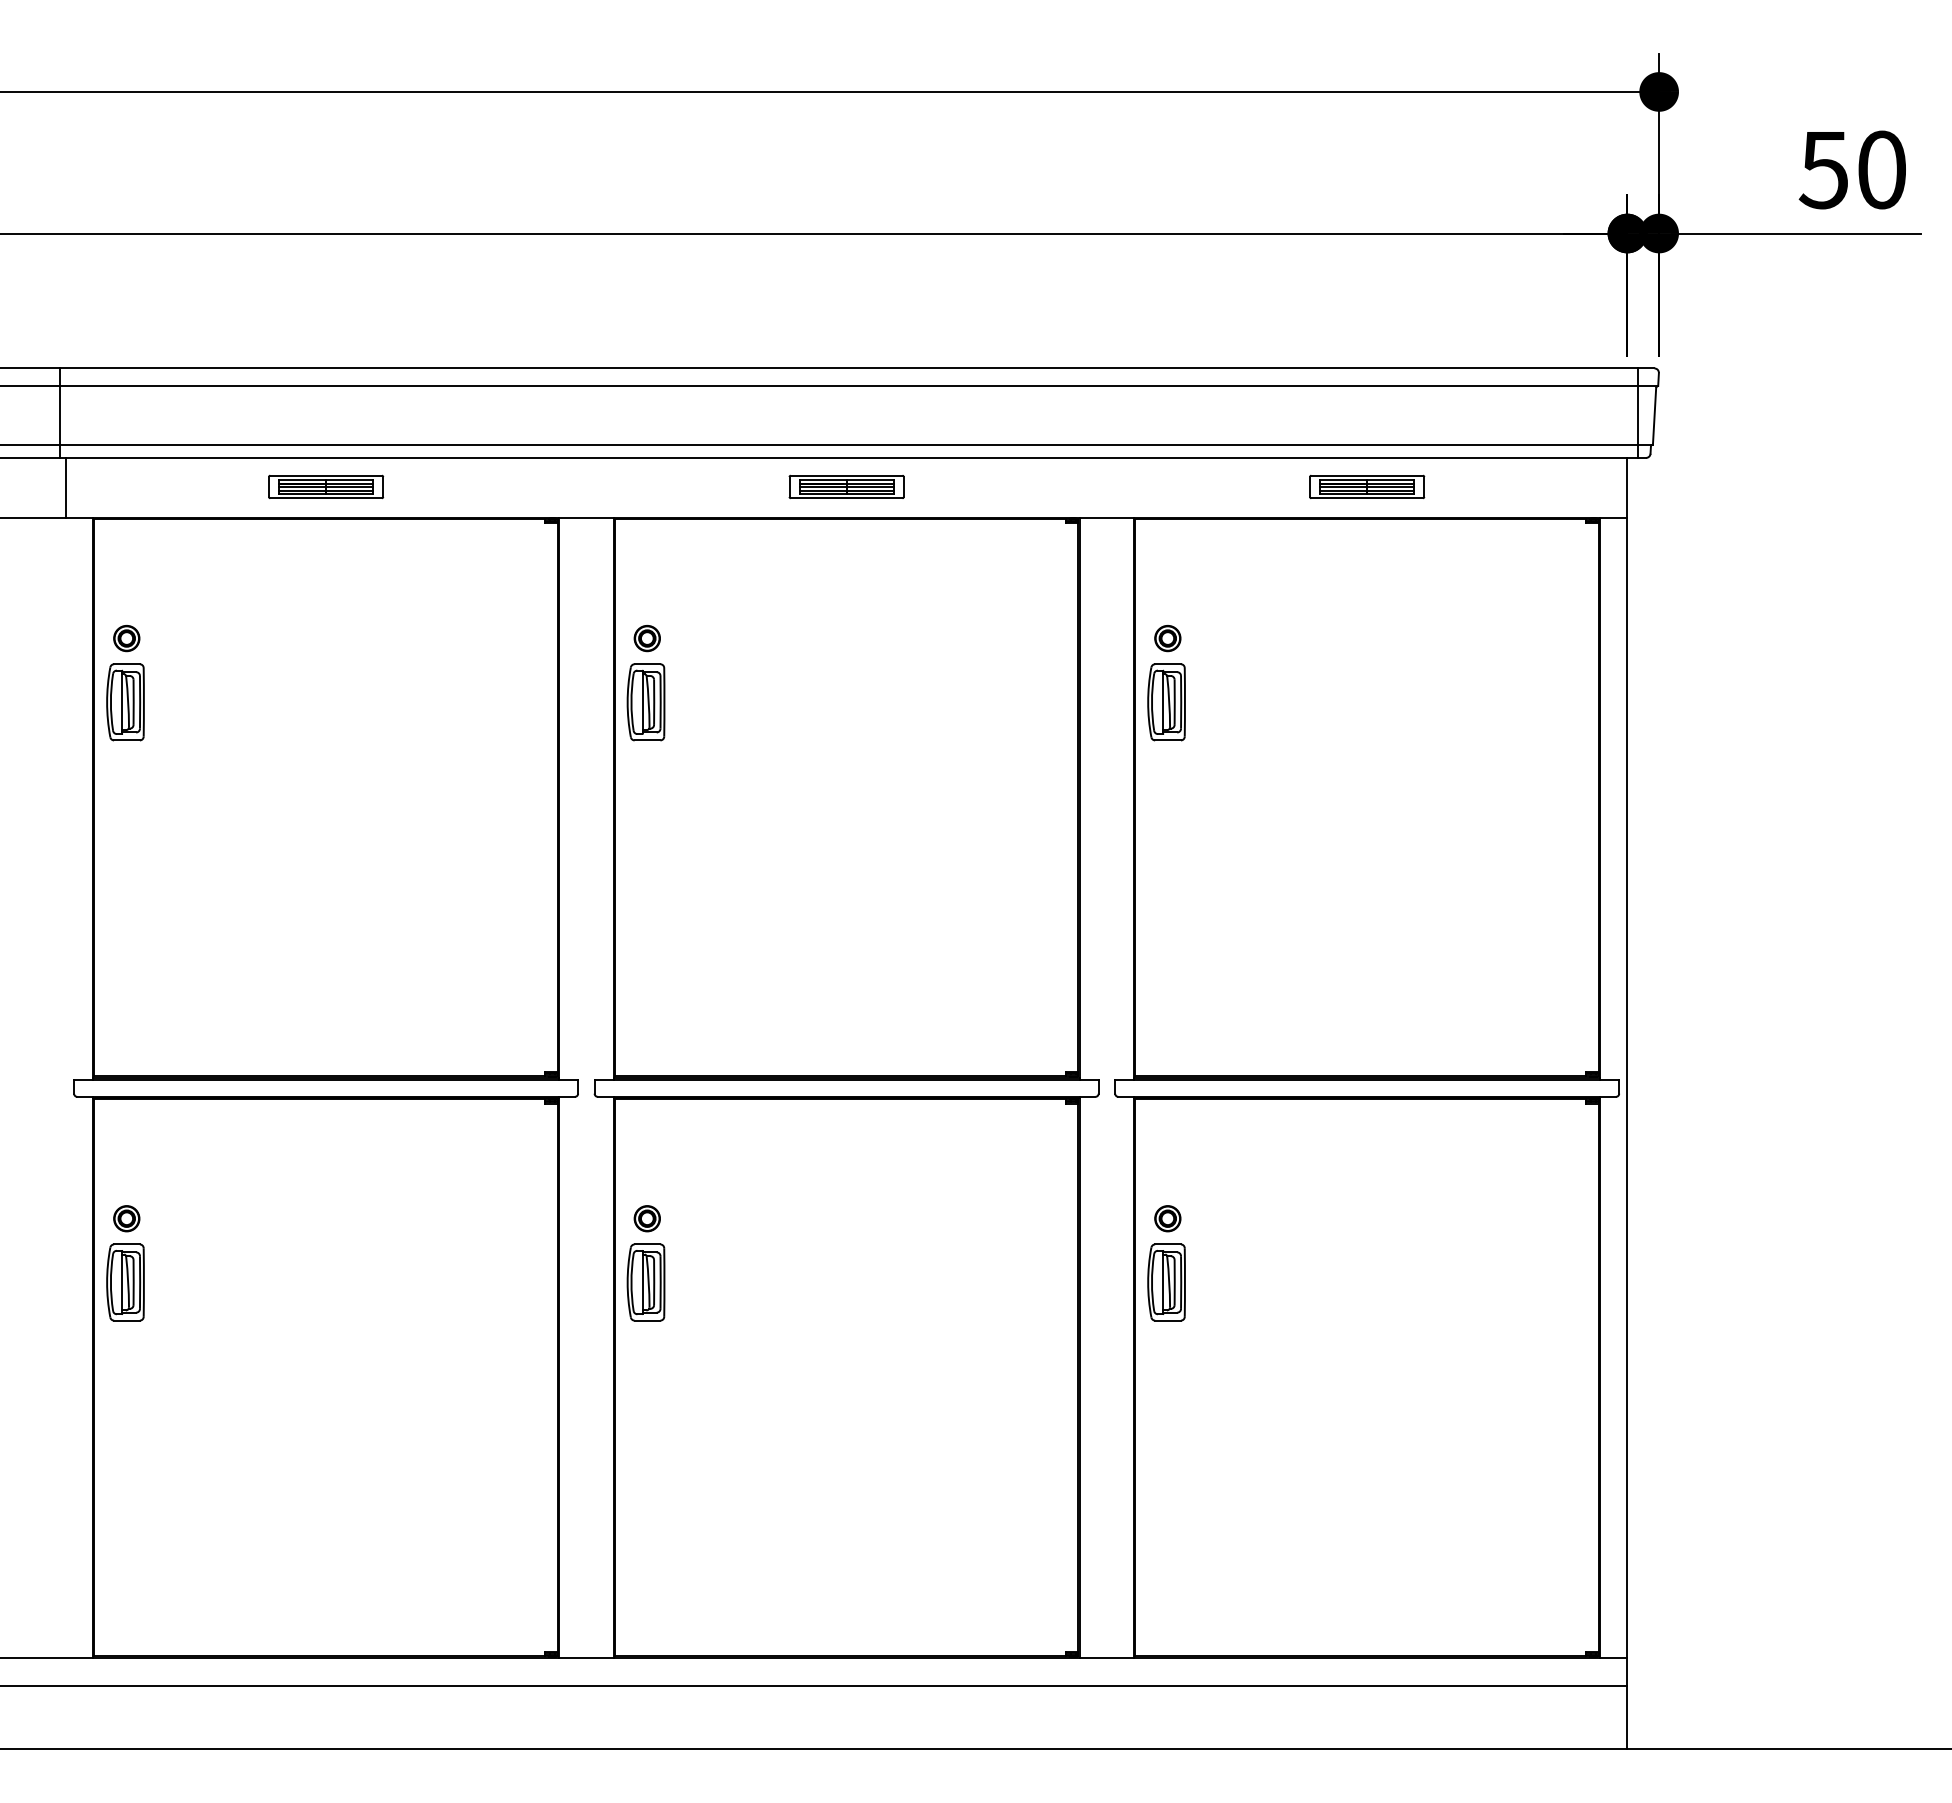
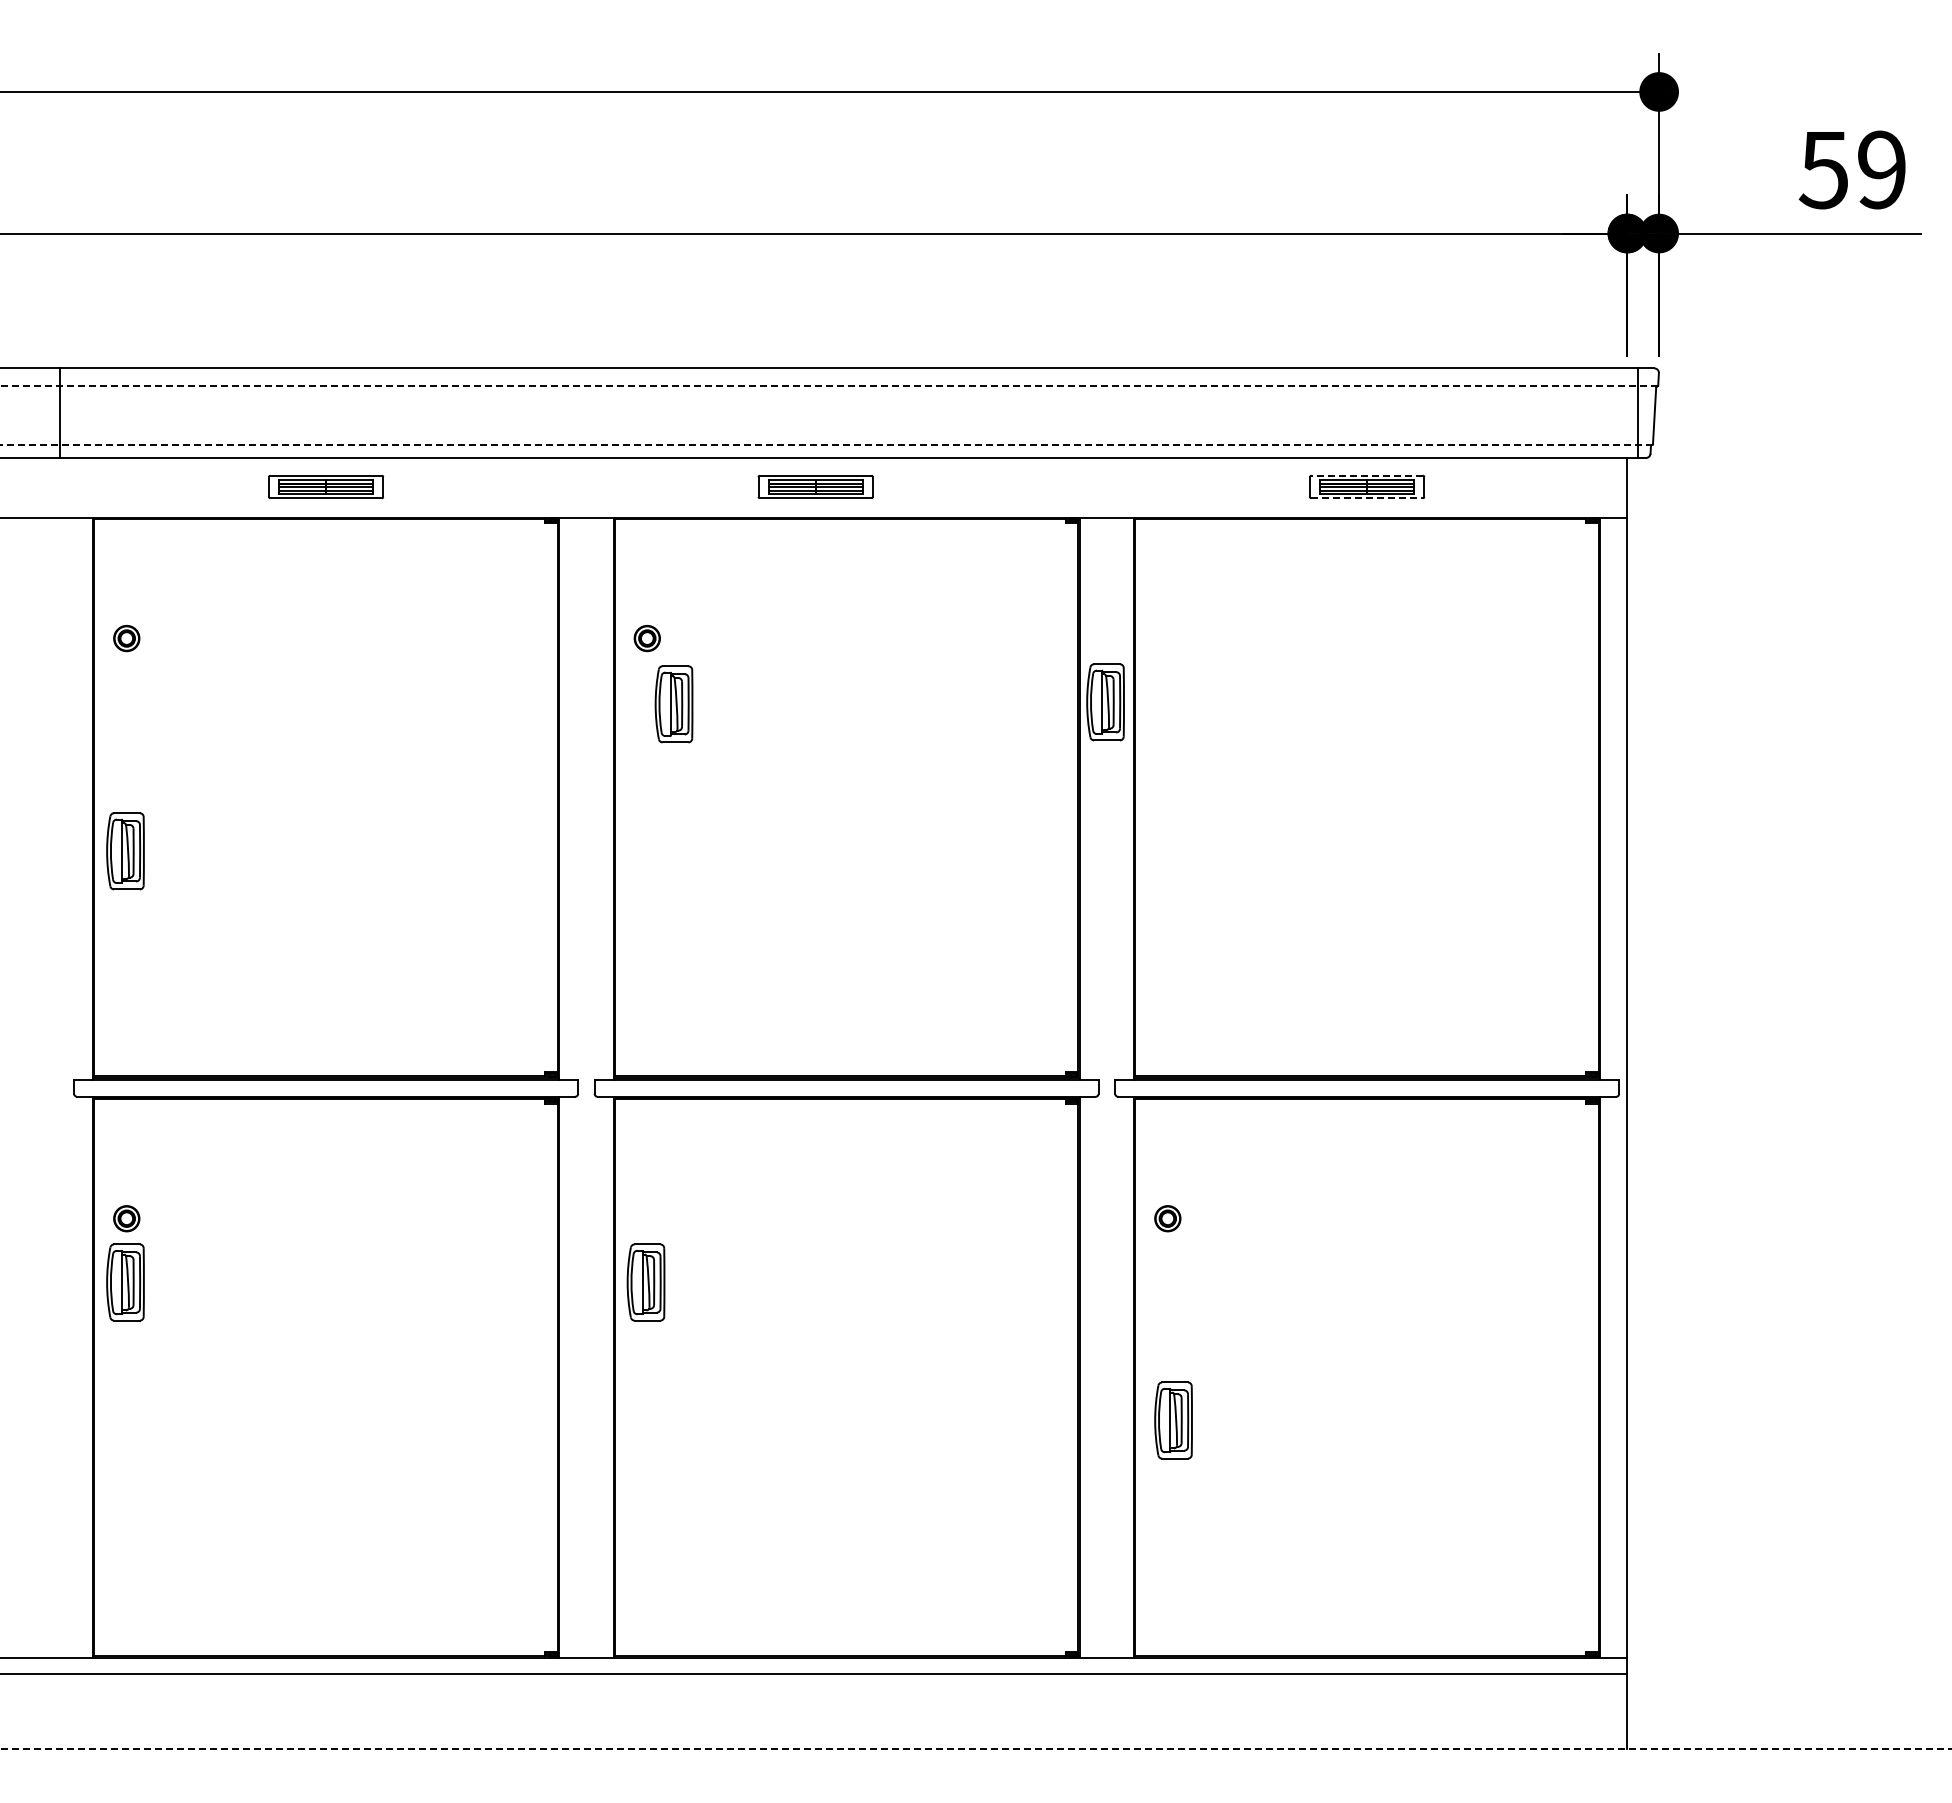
text at (1881, 169): 50 -> 59
line at (828, 386): solid -> dashed
line at (826, 444): solid -> dashed
line at (1367, 475): solid -> dashed
part at (846, 486) position: (846, 486) -> (815, 486)
line at (65, 487): present -> none
line at (1367, 498): solid -> dashed
part at (1167, 638): present -> none
part at (125, 702) position: (125, 702) -> (125, 851)
part at (645, 702) position: (645, 702) -> (673, 704)
part at (1166, 702) position: (1166, 702) -> (1105, 702)
part at (646, 1218): present -> none
part at (1166, 1282) position: (1166, 1282) -> (1173, 1420)
line at (814, 1685) position: (814, 1685) -> (814, 1673)
line at (976, 1749): solid -> dashed
